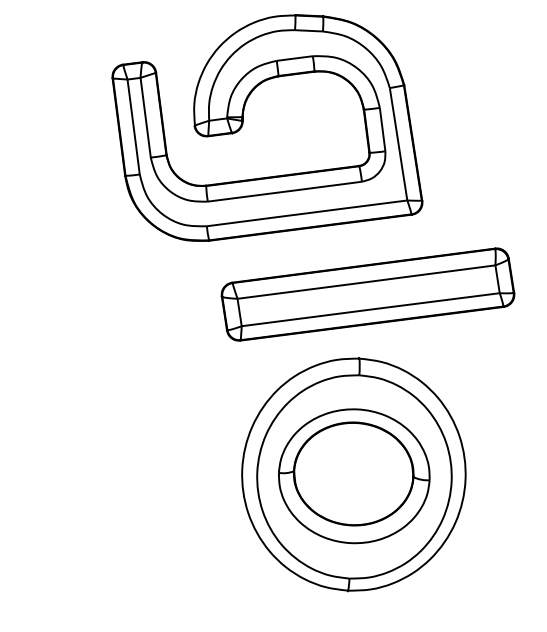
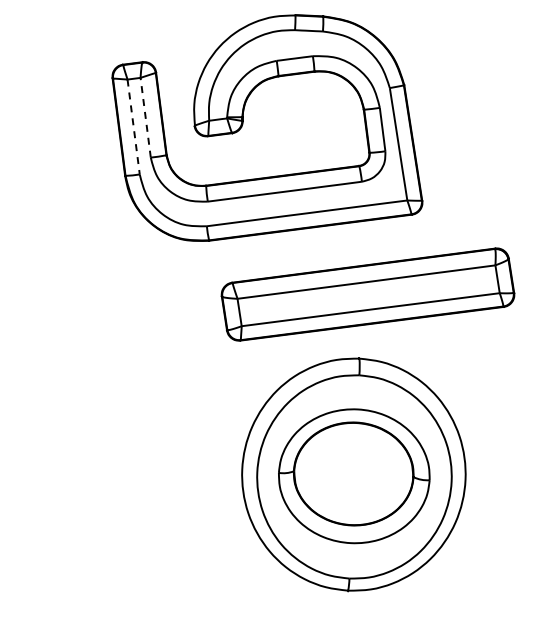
line at (145, 117): solid -> dashed
line at (133, 127): solid -> dashed
